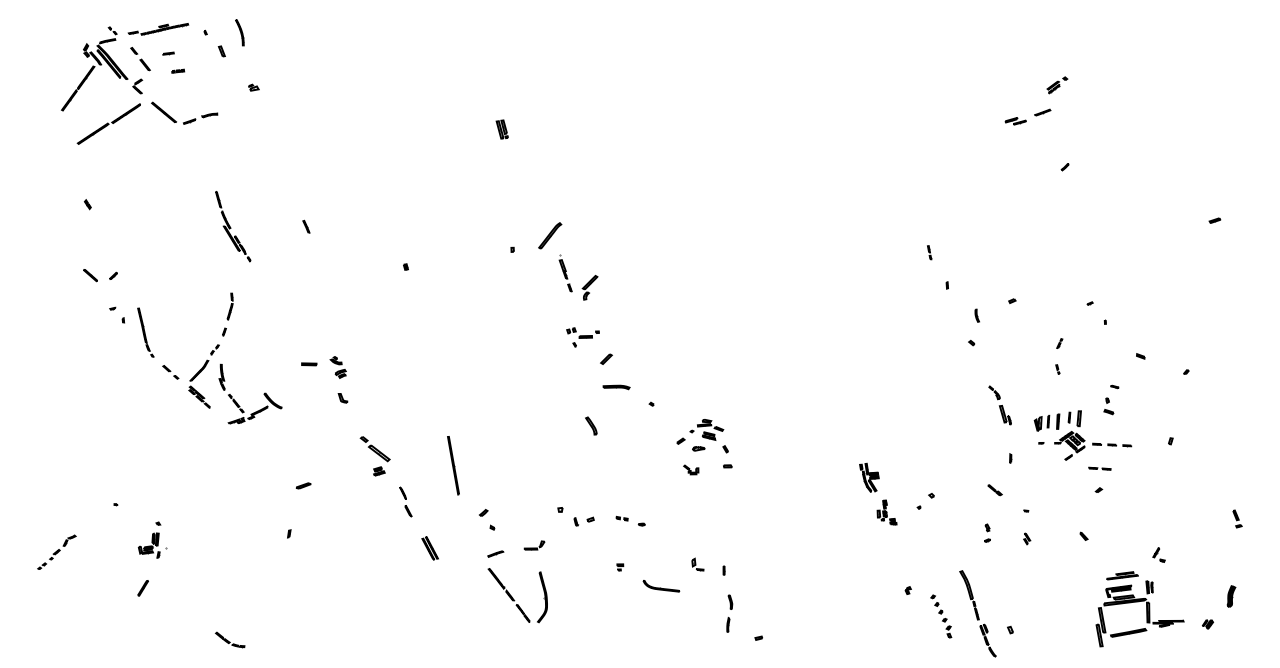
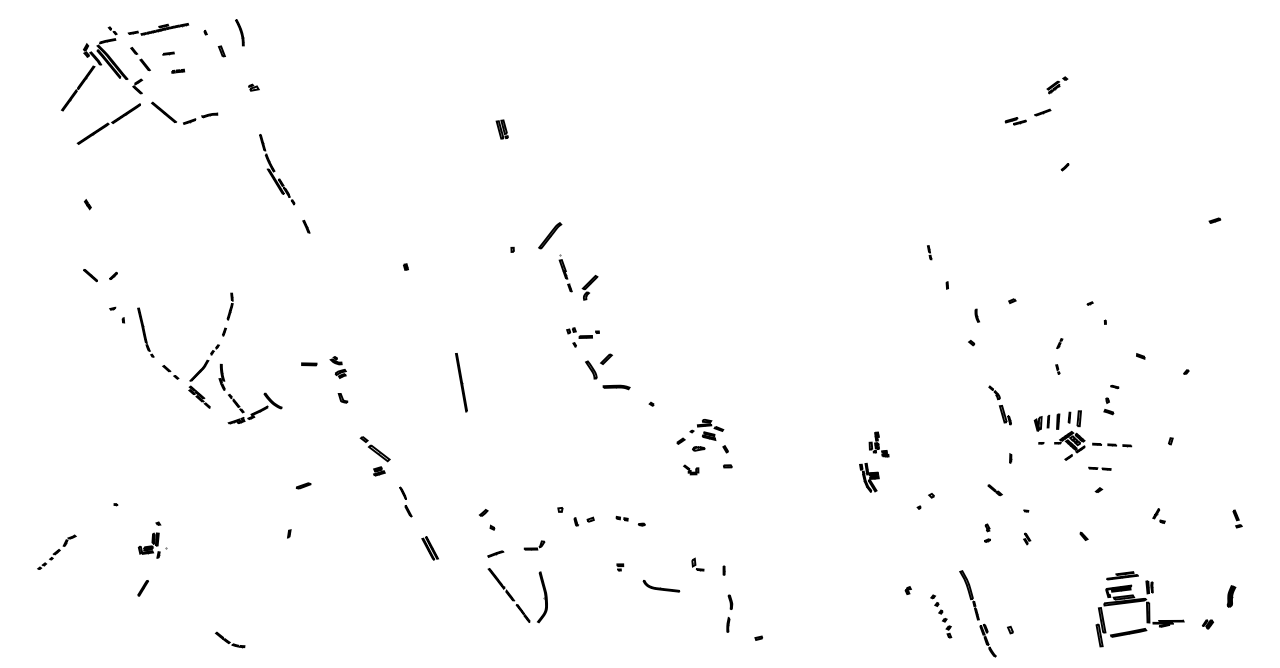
part at (233, 226) position: (233, 226) -> (277, 169)
part at (591, 425) position: (591, 425) -> (591, 369)
line at (453, 465) position: (453, 465) -> (461, 382)
part at (886, 512) position: (886, 512) -> (878, 444)
part at (1158, 554) position: (1158, 554) -> (1158, 515)
